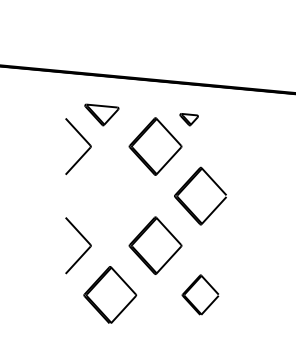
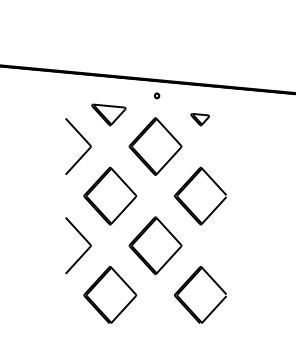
part at (157, 95): none -> present
part at (101, 114) position: (101, 114) -> (108, 114)
part at (188, 119) position: (188, 119) -> (199, 119)
part at (110, 195): none -> present
part at (200, 294) size: 39x42 px -> 53x58 px
